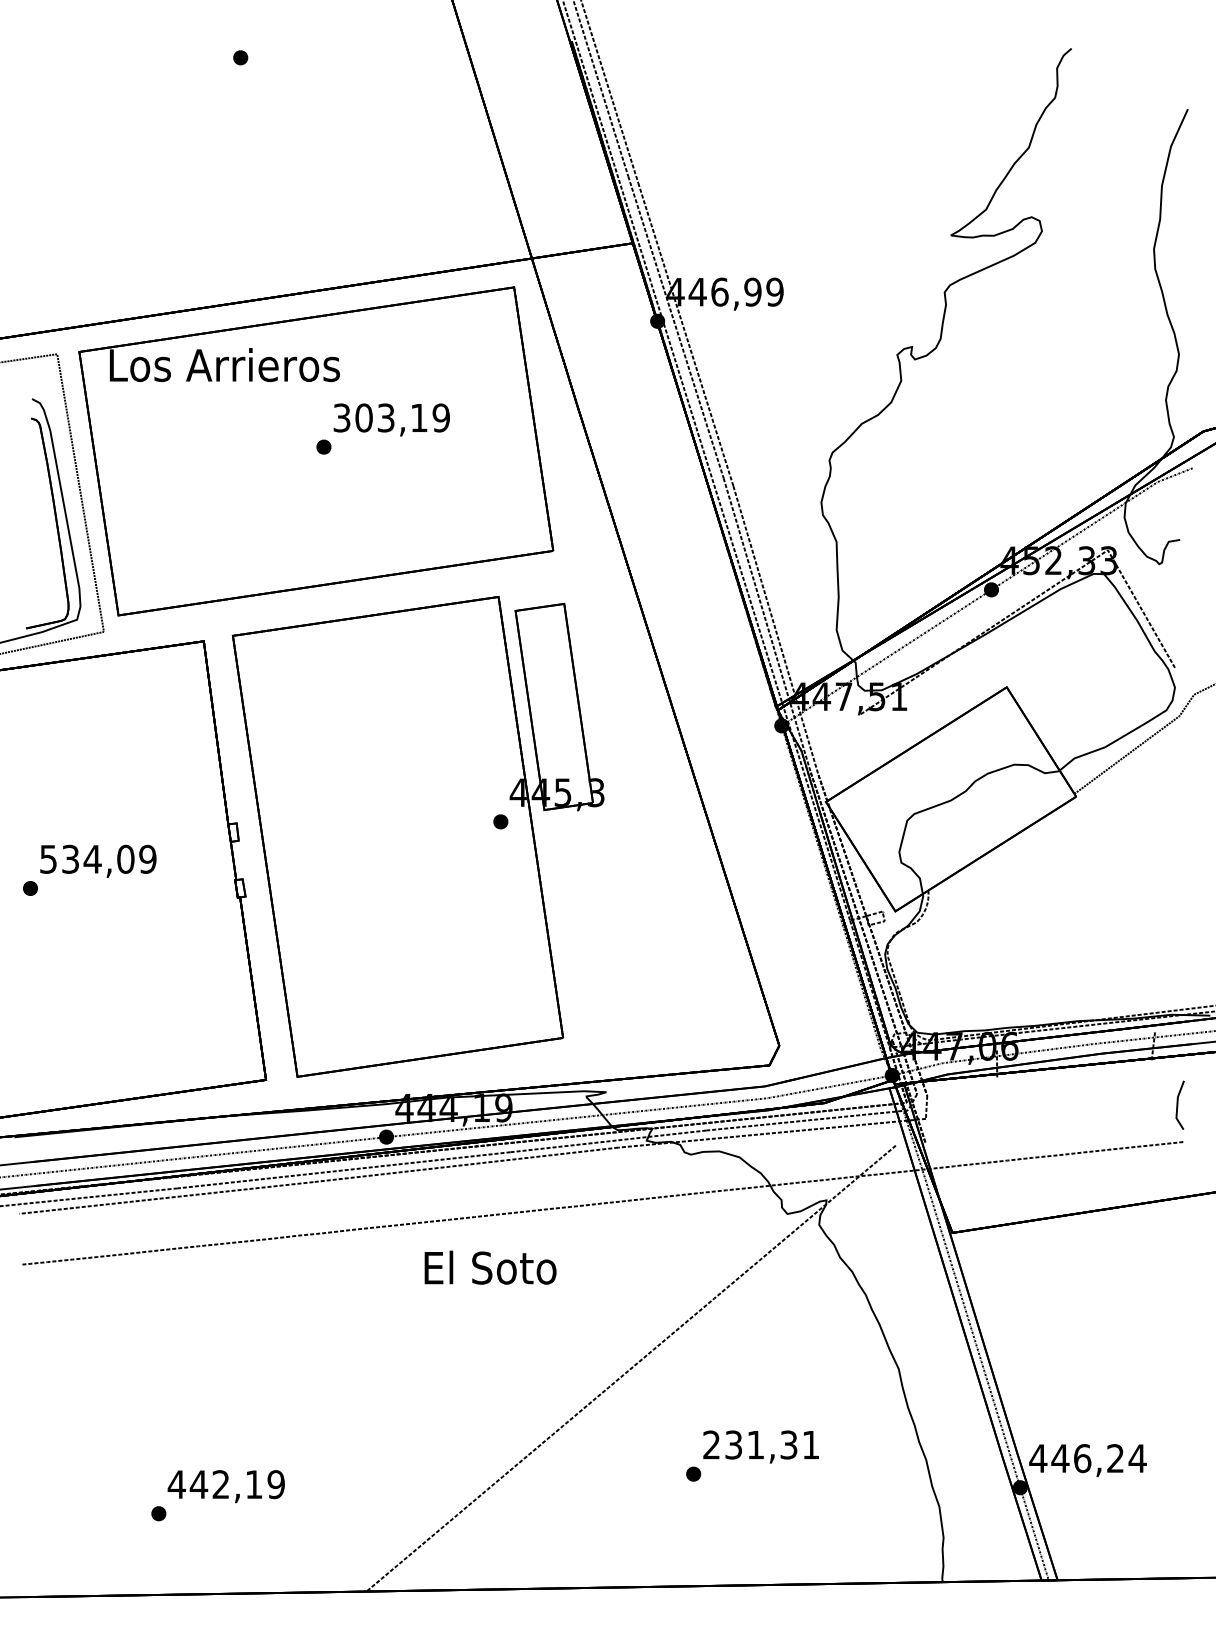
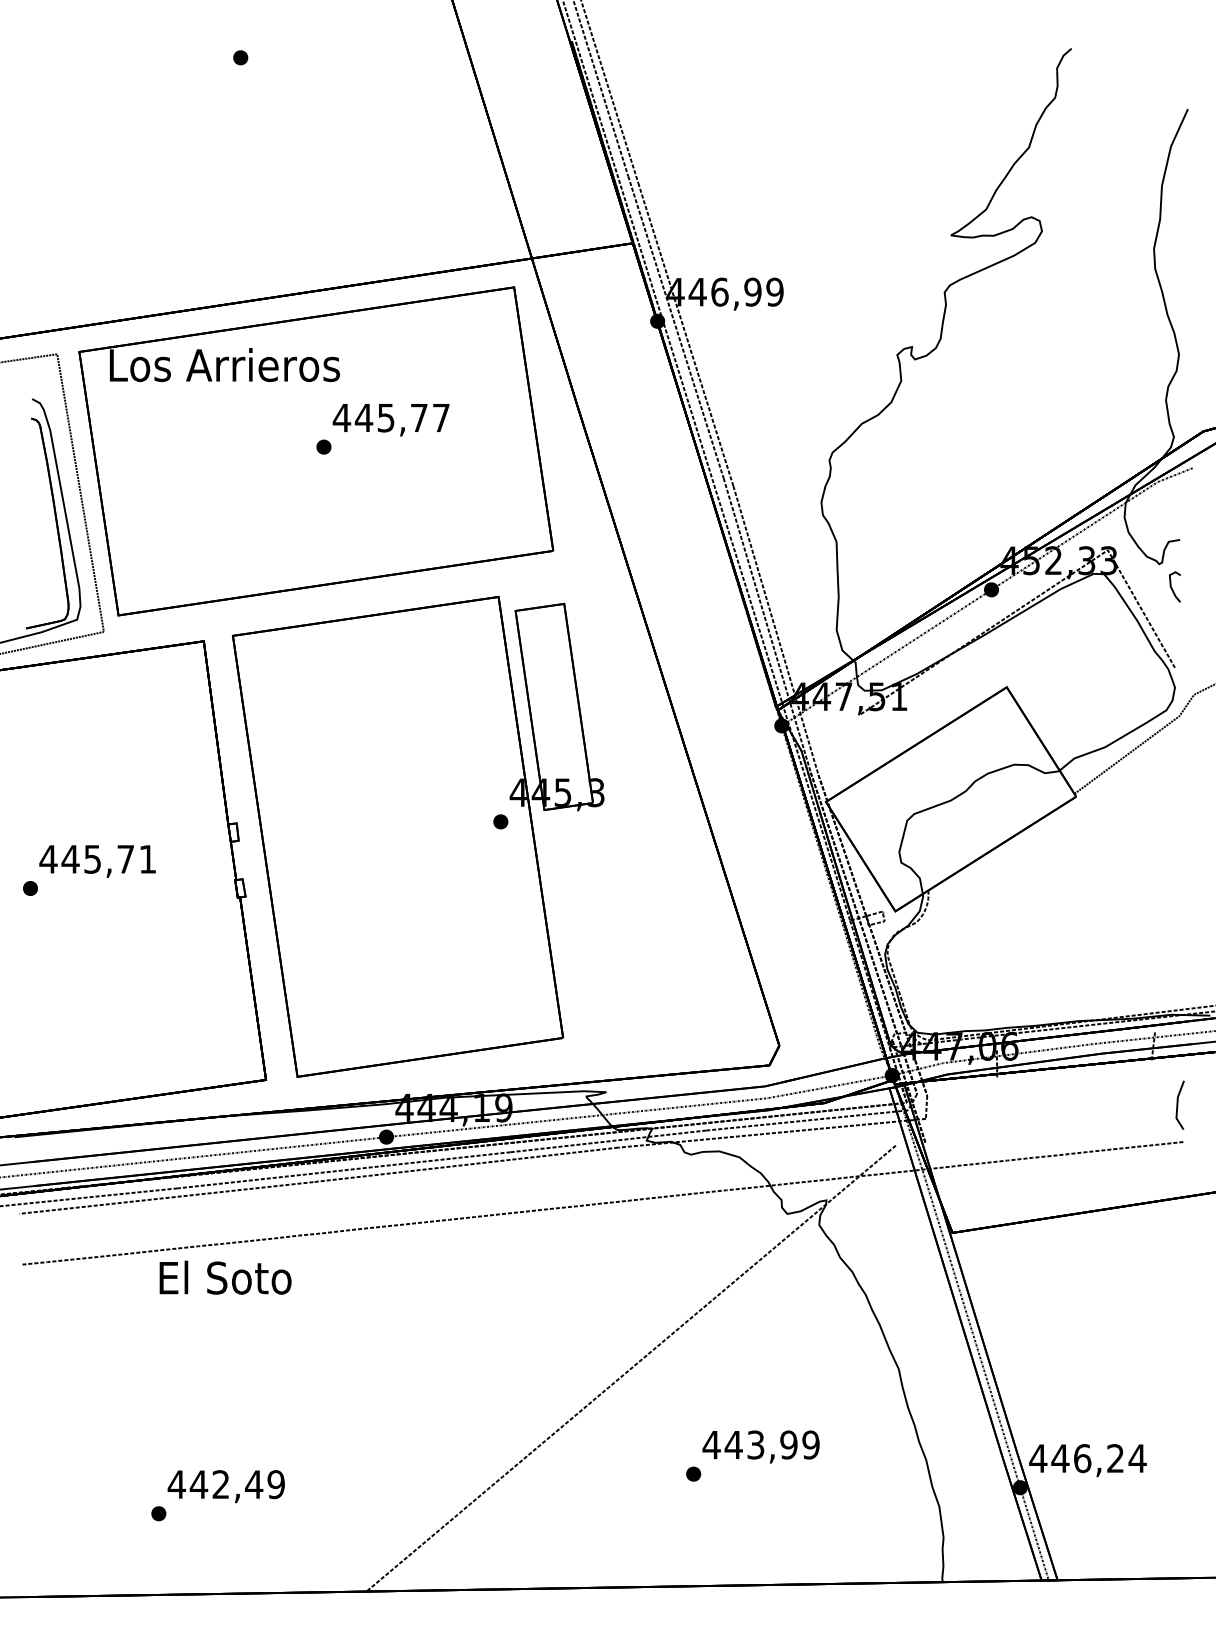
text at (390, 417): 303,19 -> 445,77
curve at (1172, 587): none -> present
text at (97, 858): 534,09 -> 445,71
text at (490, 1267) position: (490, 1267) -> (225, 1277)
text at (760, 1444): 231,31 -> 443,99
text at (254, 1484): 442,19 -> 442,49
